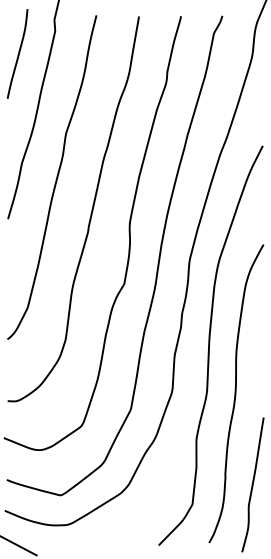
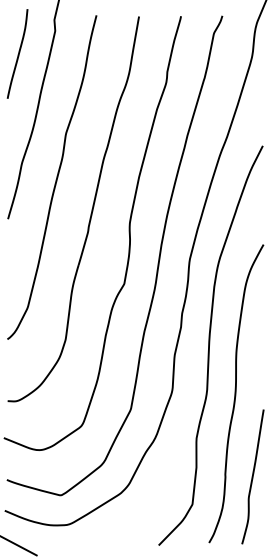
curve at (252, 484) position: (252, 484) -> (252, 476)
